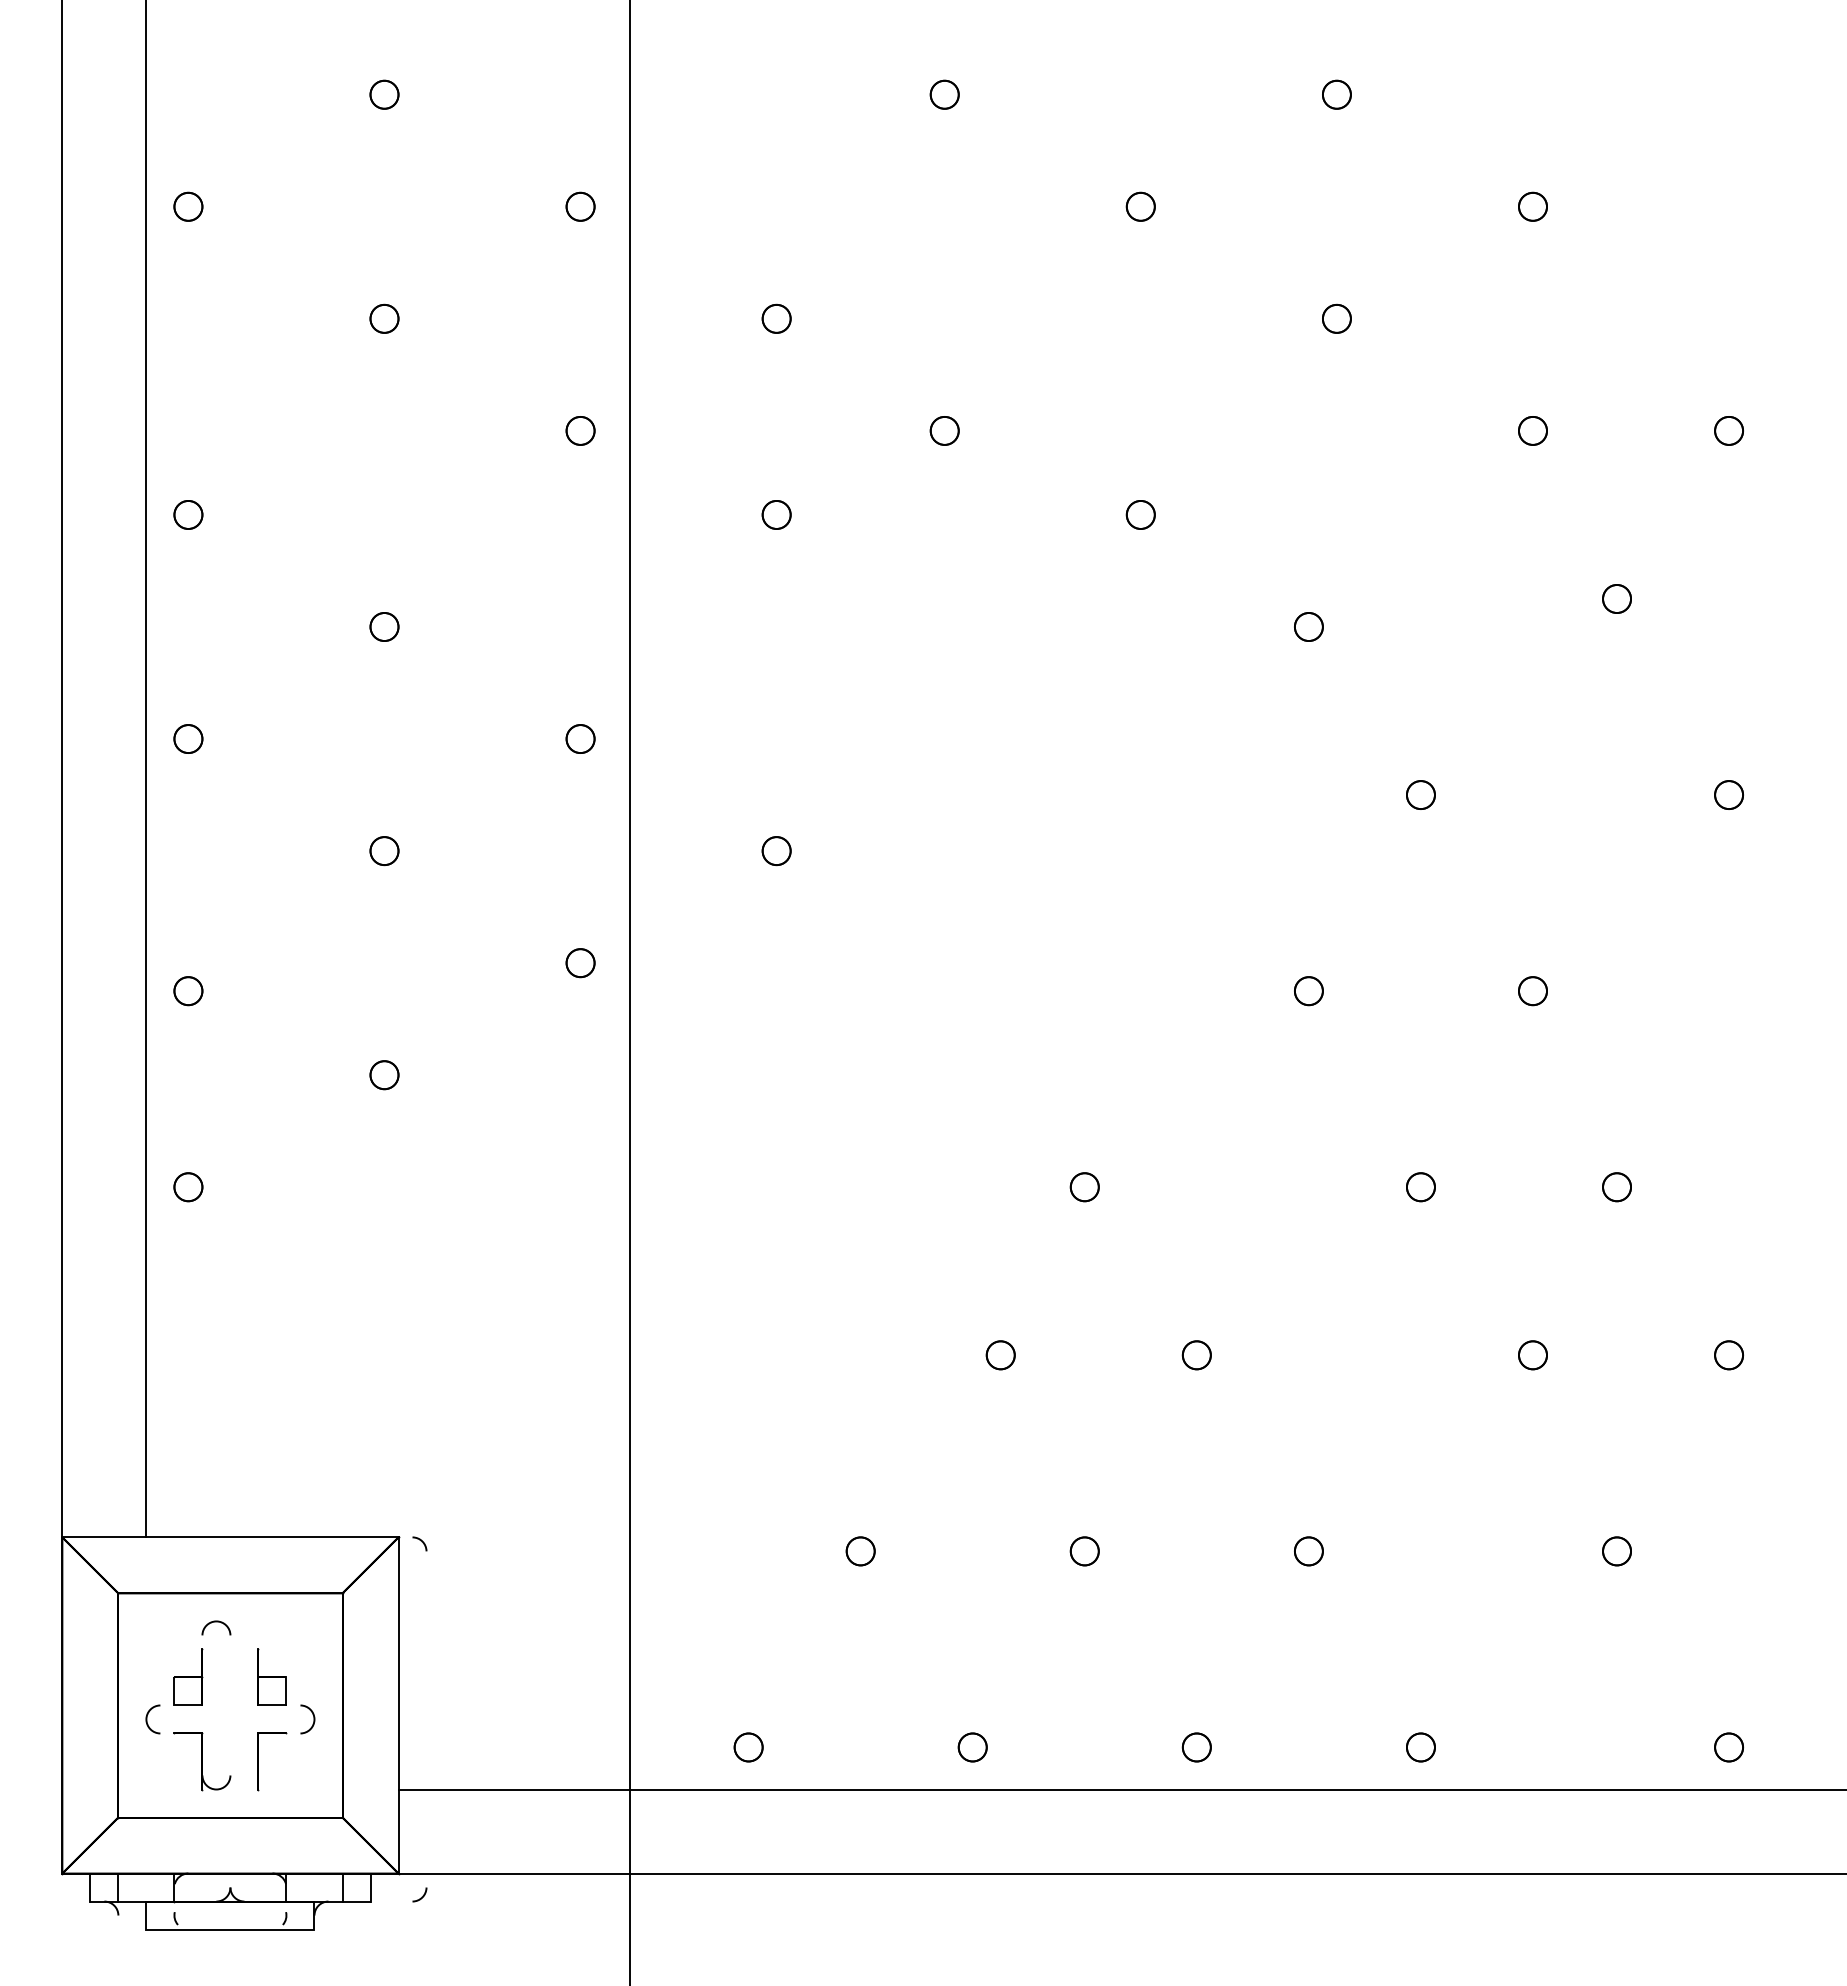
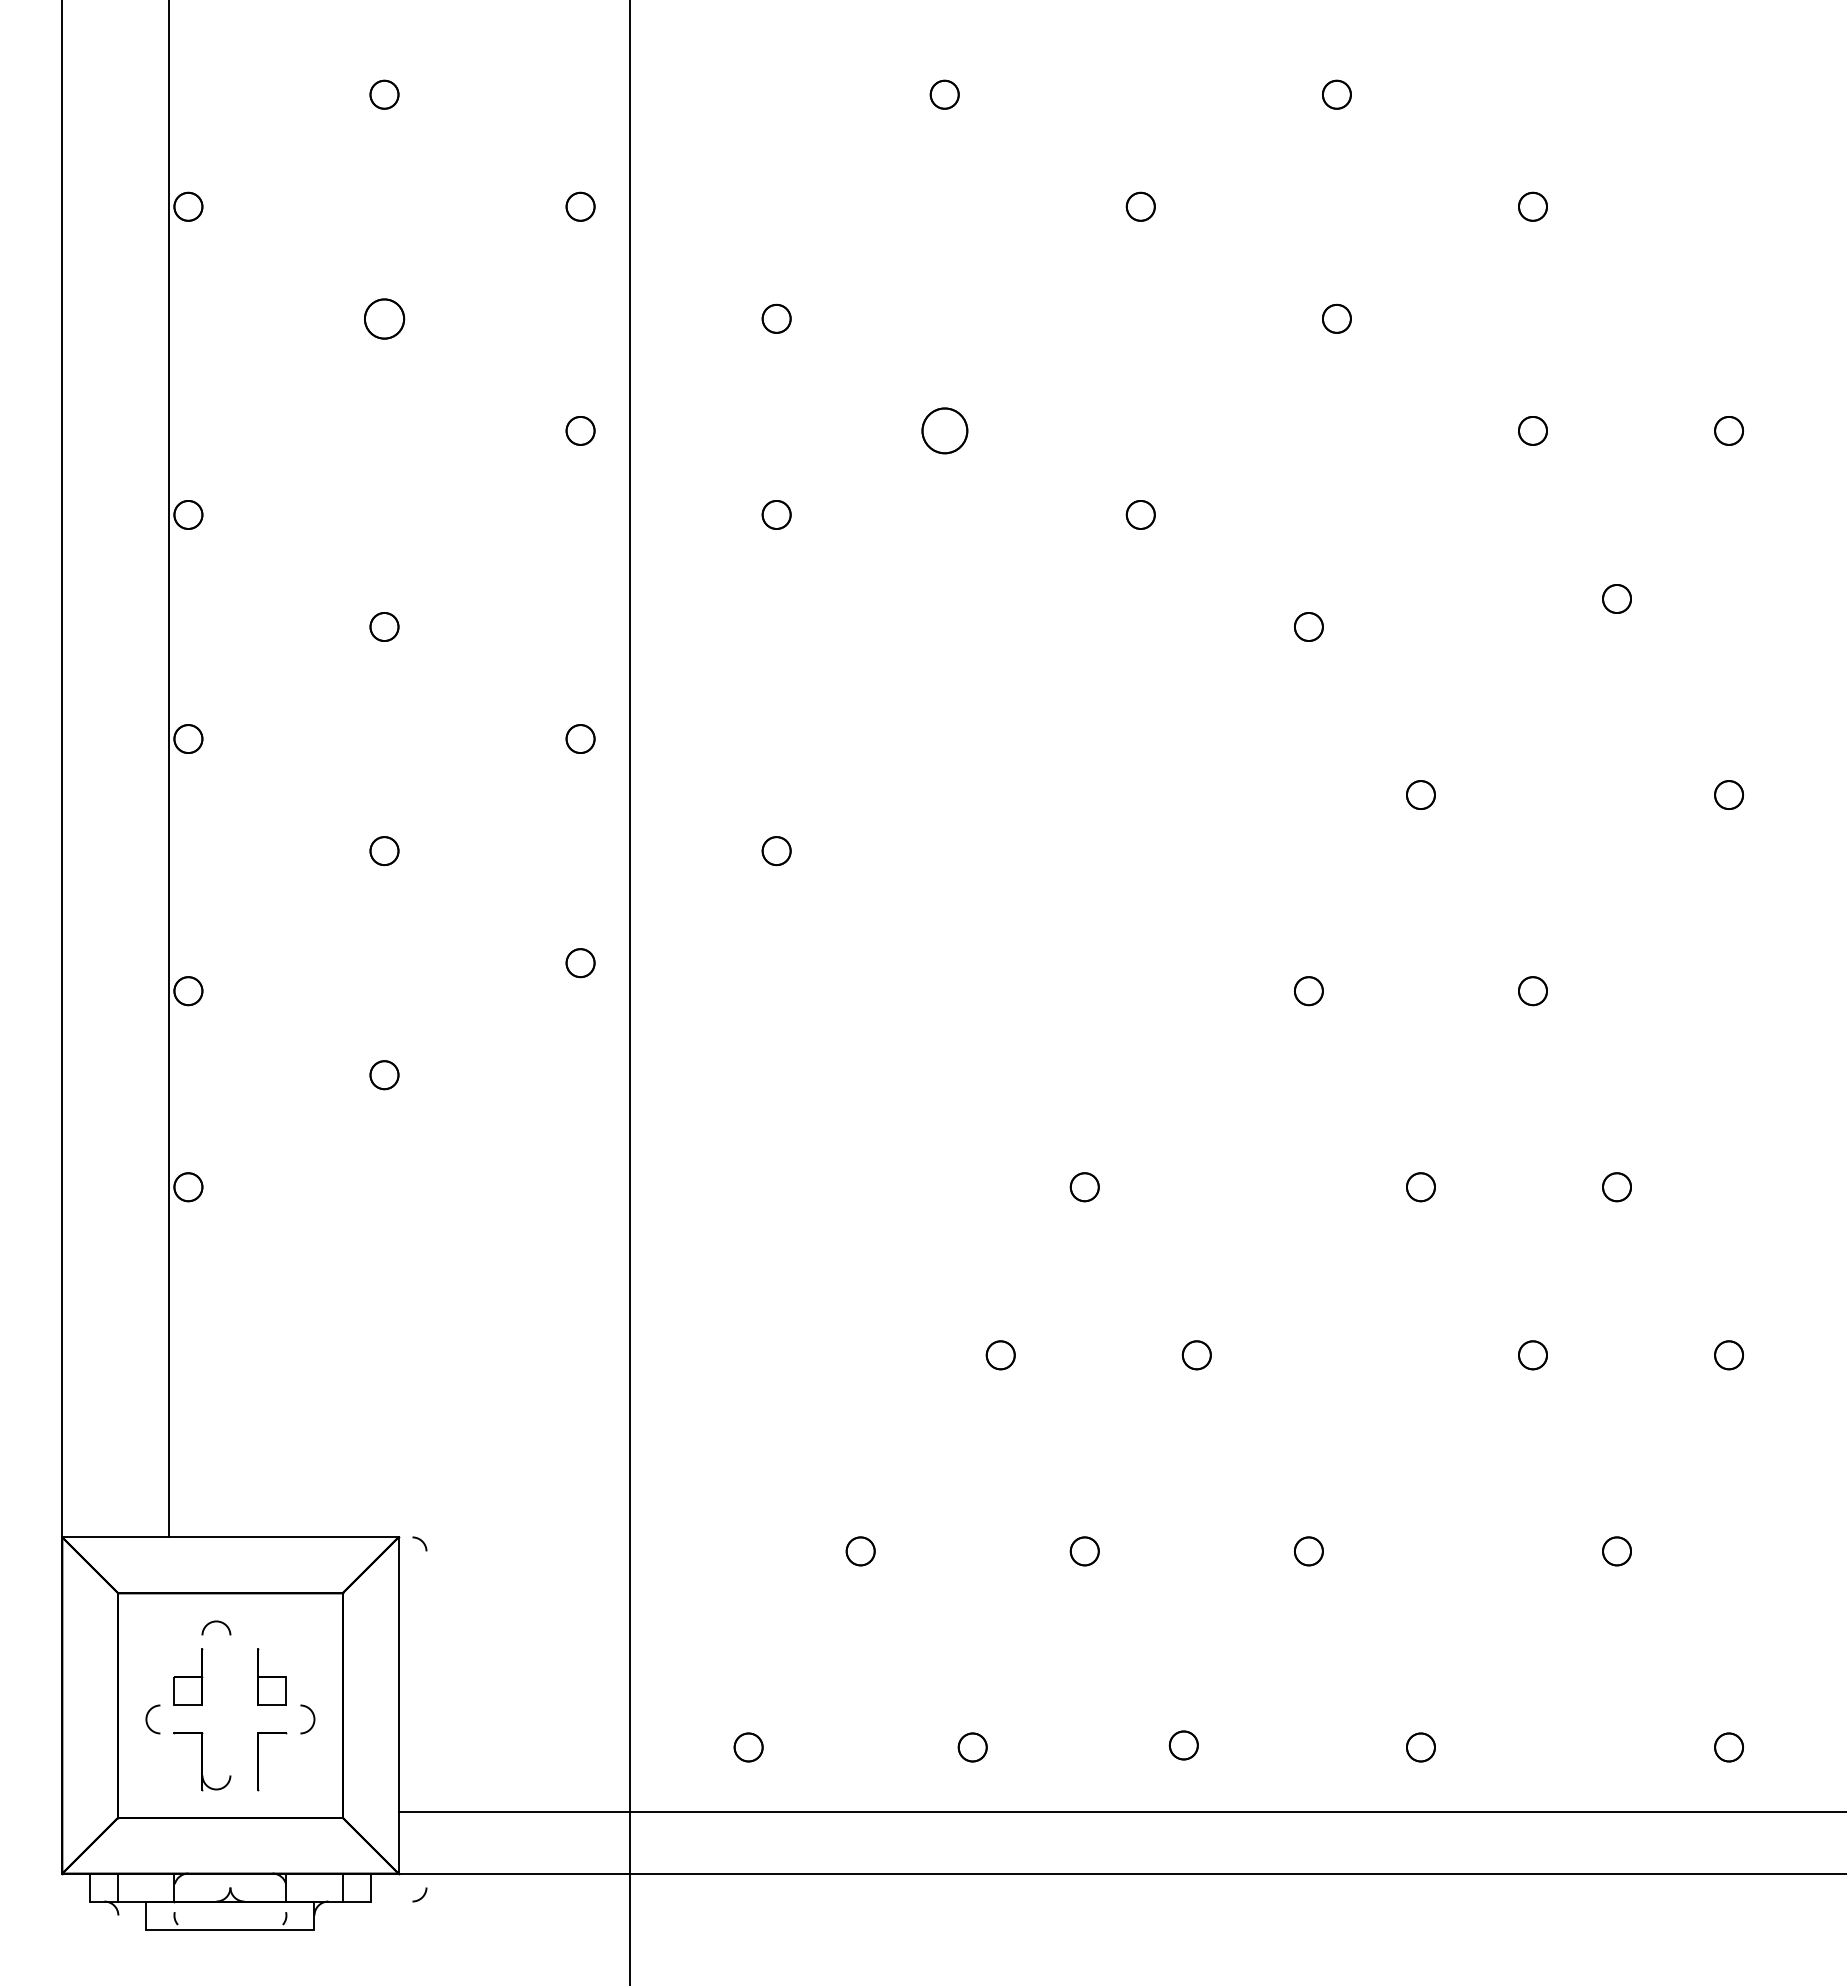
part at (384, 318) size: 31x31 px -> 42x42 px
part at (944, 430) size: 31x30 px -> 48x48 px
line at (146, 769) position: (146, 769) -> (169, 769)
part at (1196, 1747) position: (1196, 1747) -> (1183, 1745)
line at (1120, 1789) position: (1120, 1789) -> (1120, 1811)
